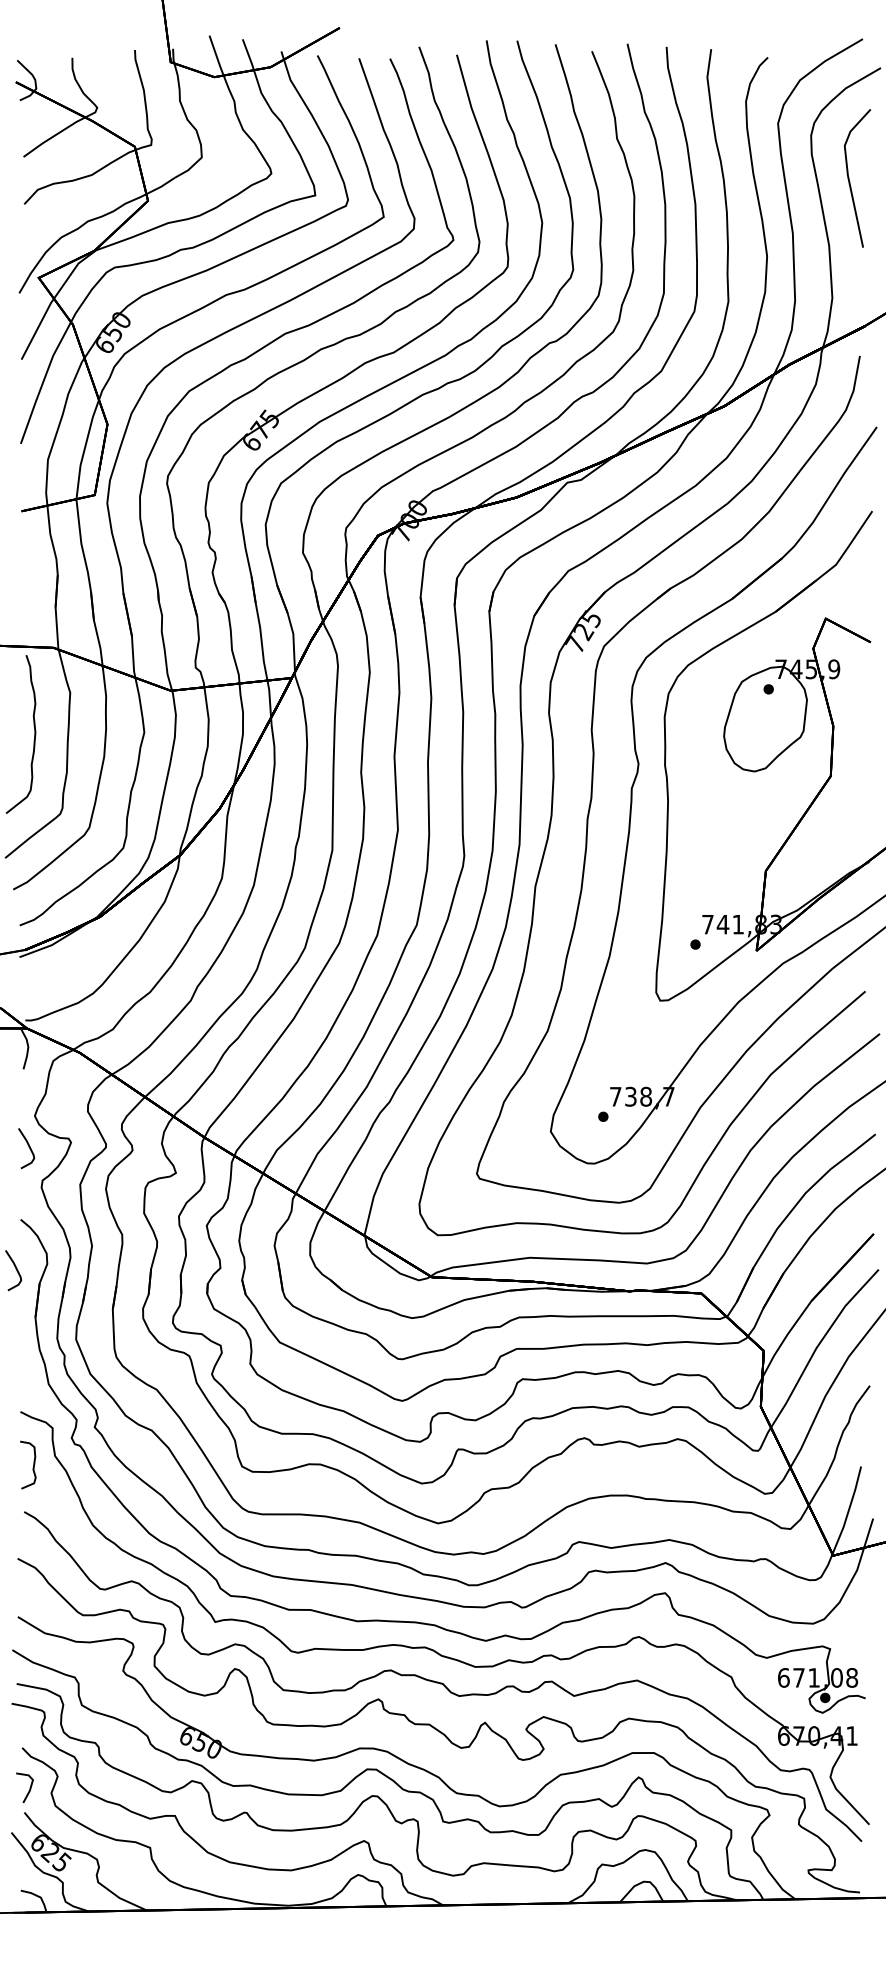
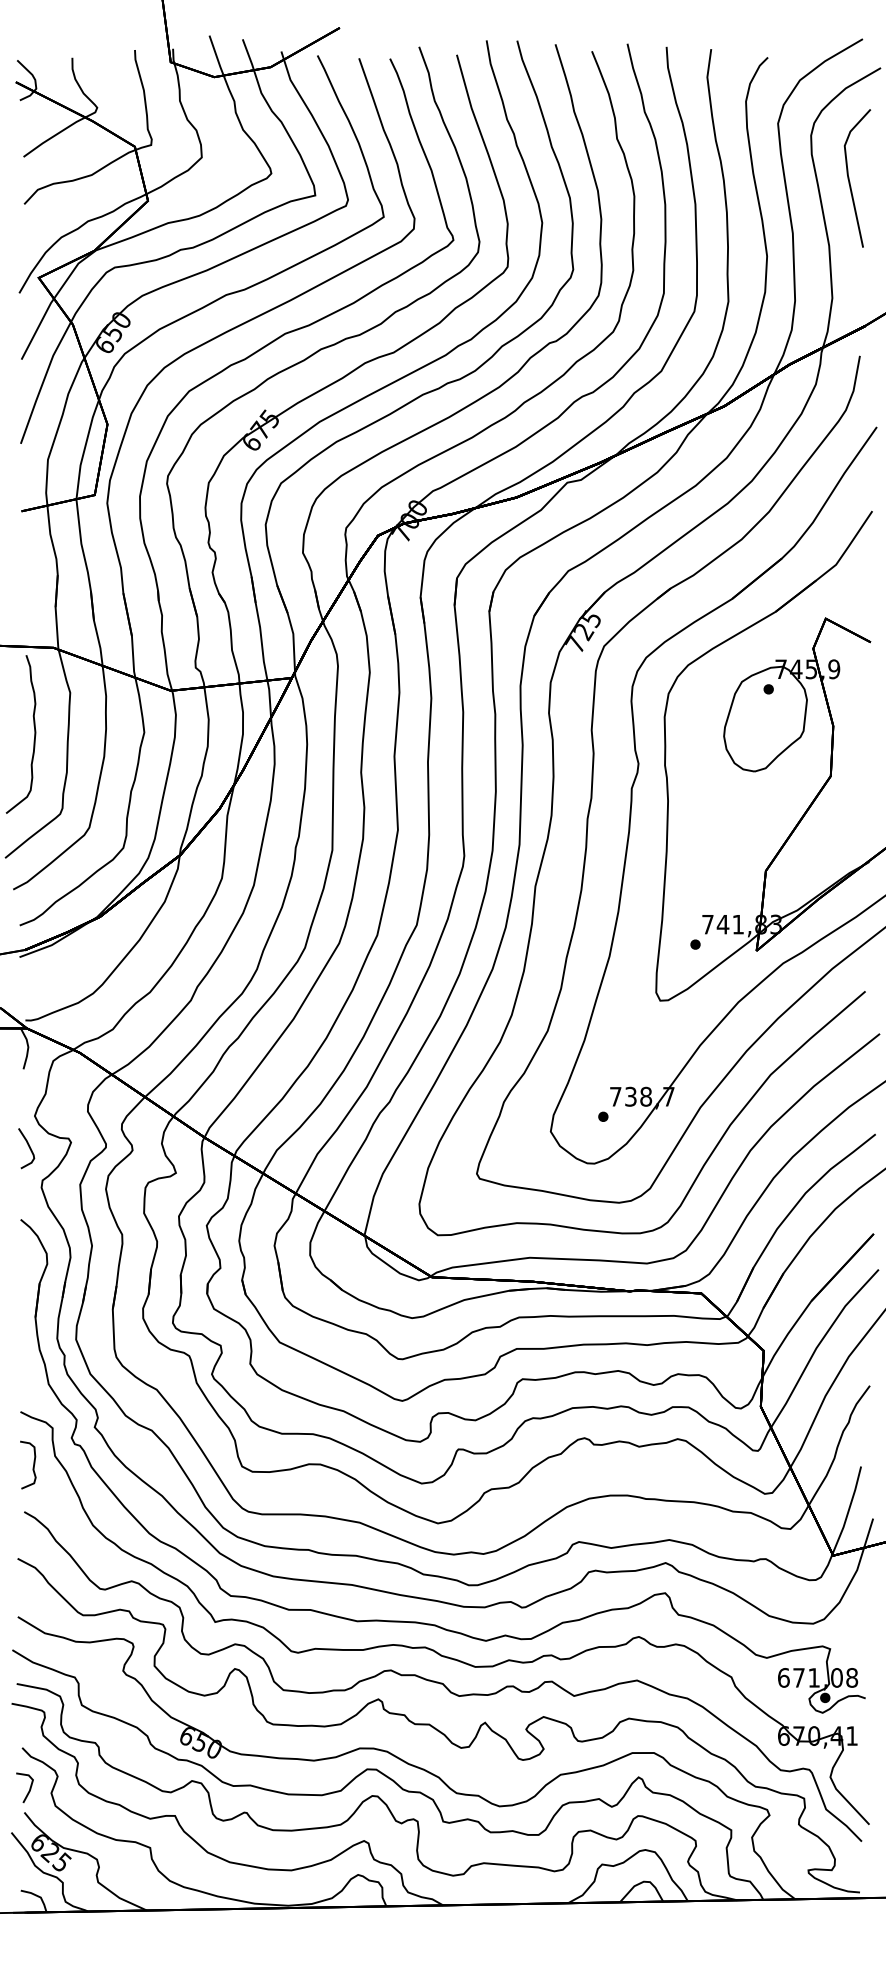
curve at (15, 1269): present -> none
